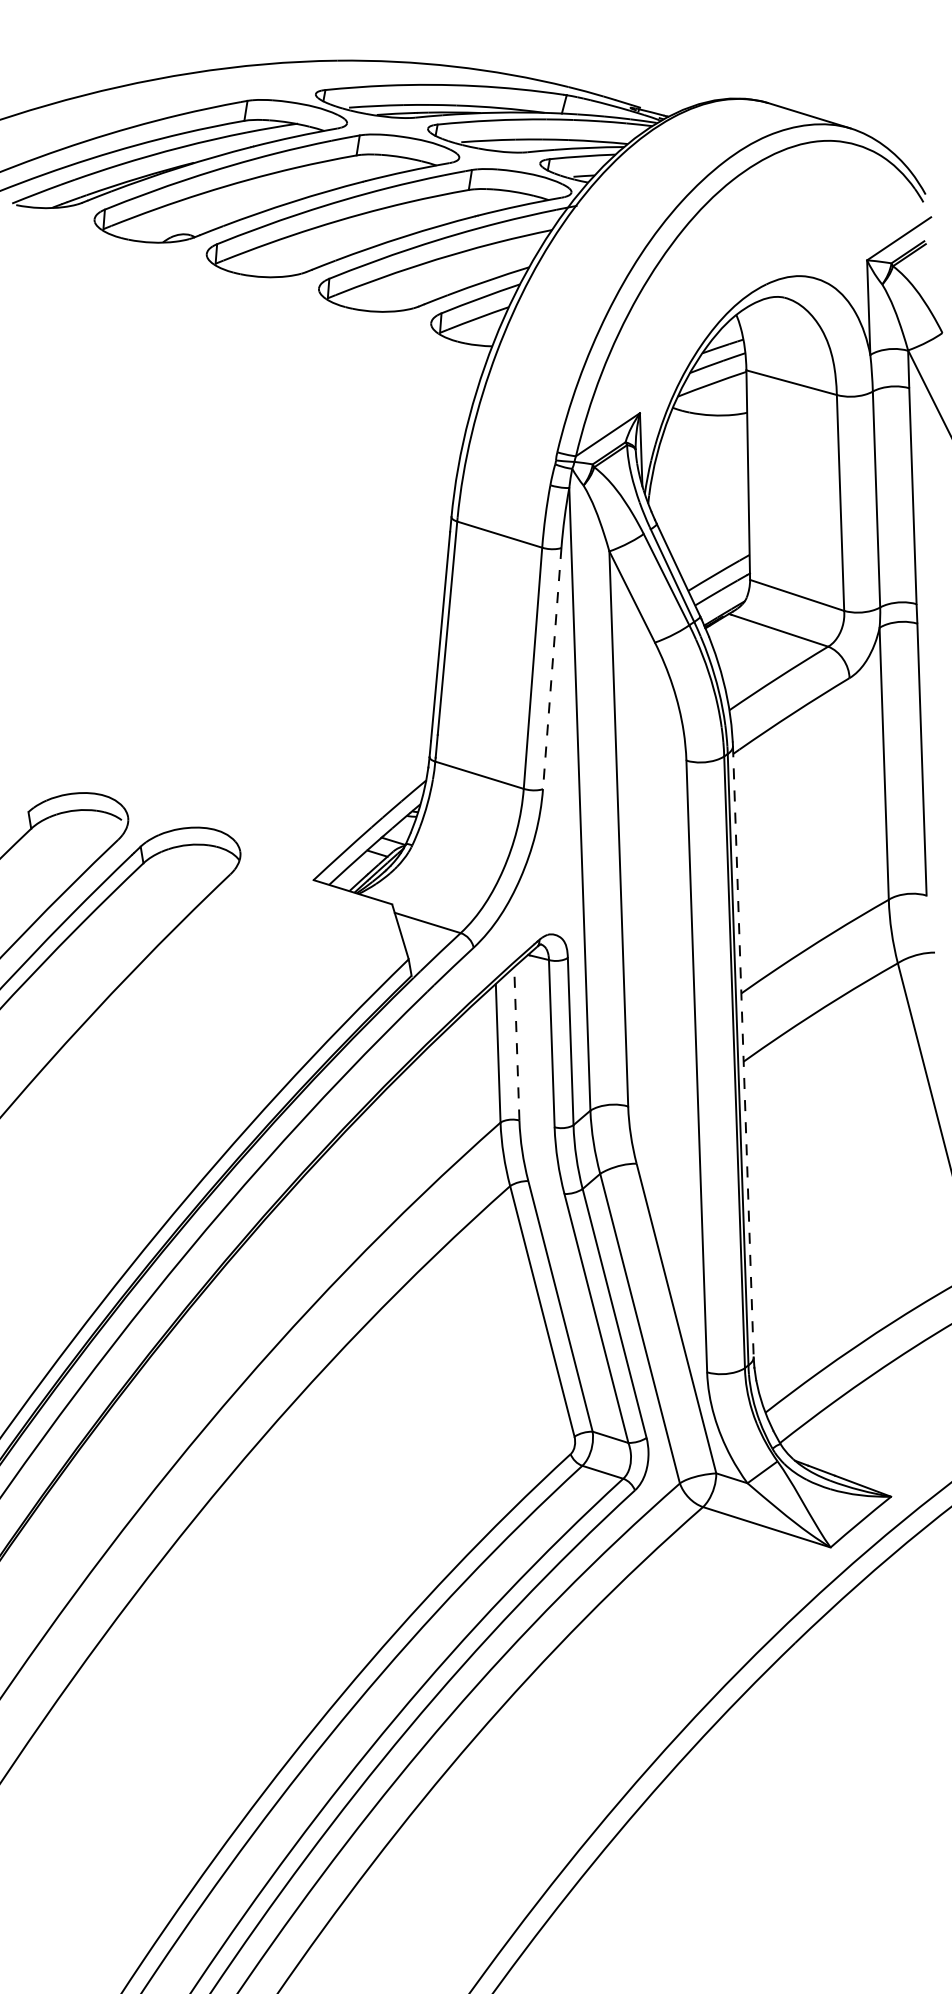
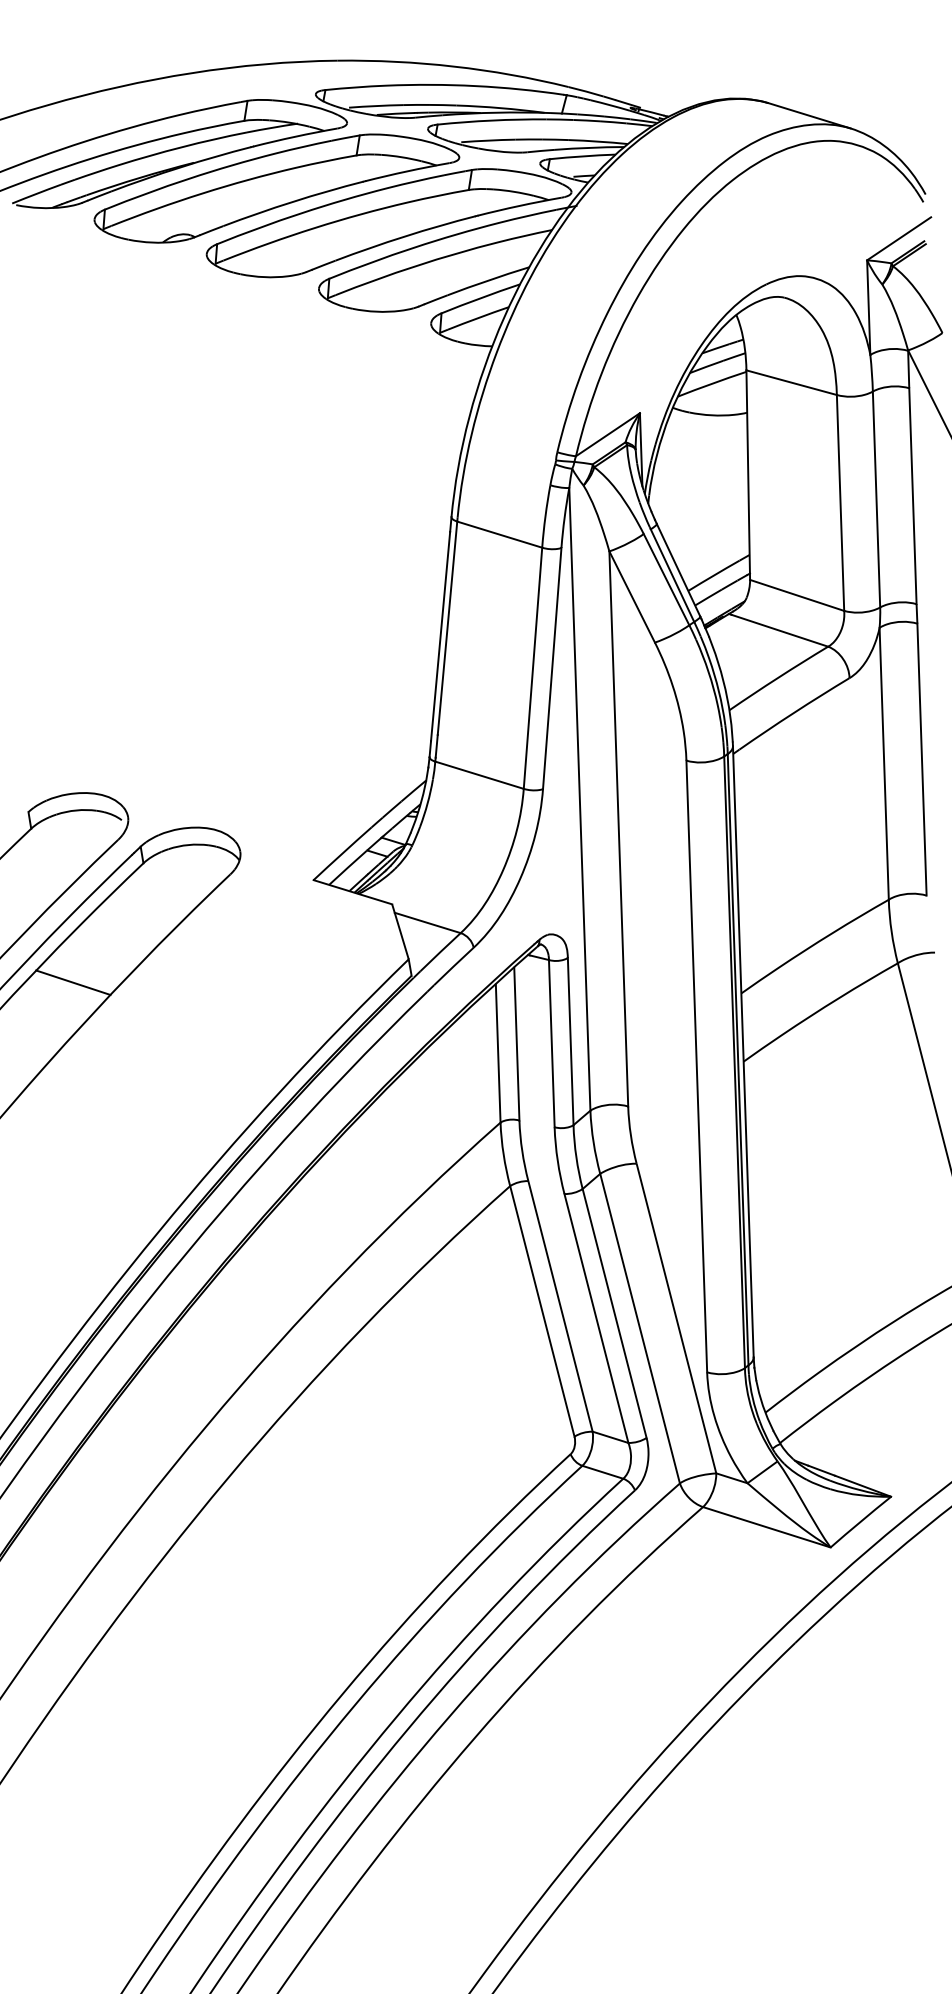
line at (552, 668): dashed -> solid
line at (73, 982): none -> present
line at (516, 1043): dashed -> solid
line at (743, 1051): dashed -> solid
